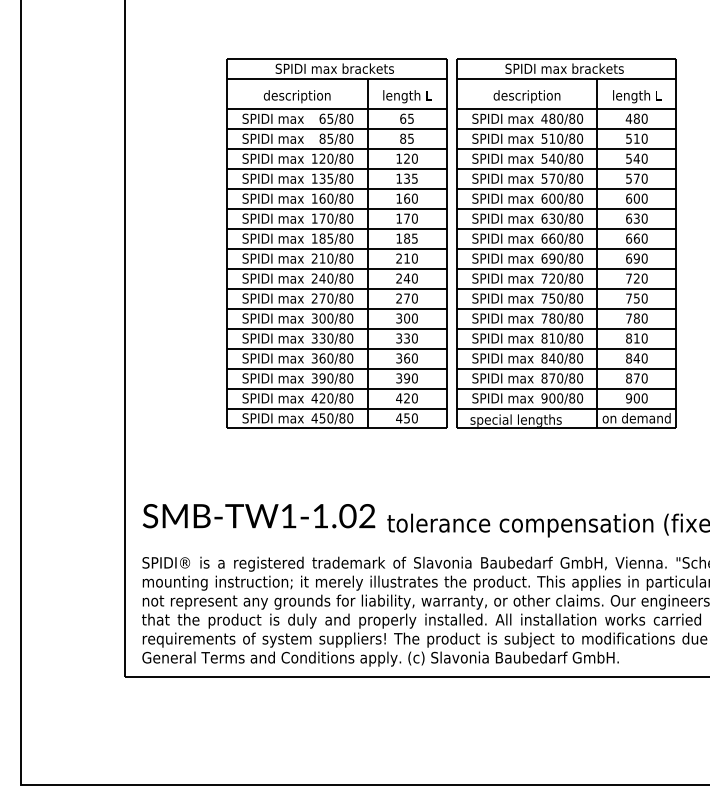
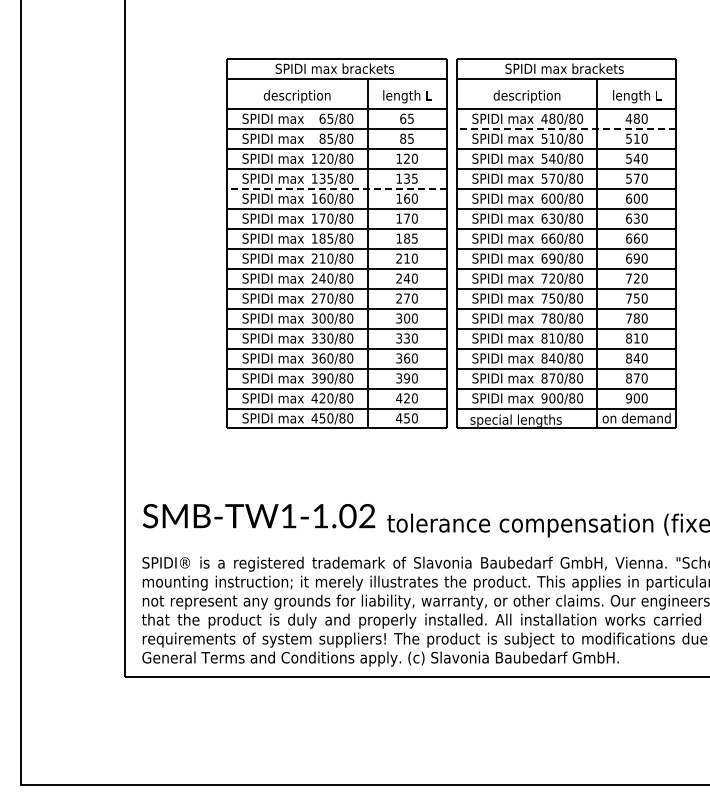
line at (566, 128): solid -> dashed
line at (336, 188): solid -> dashed
